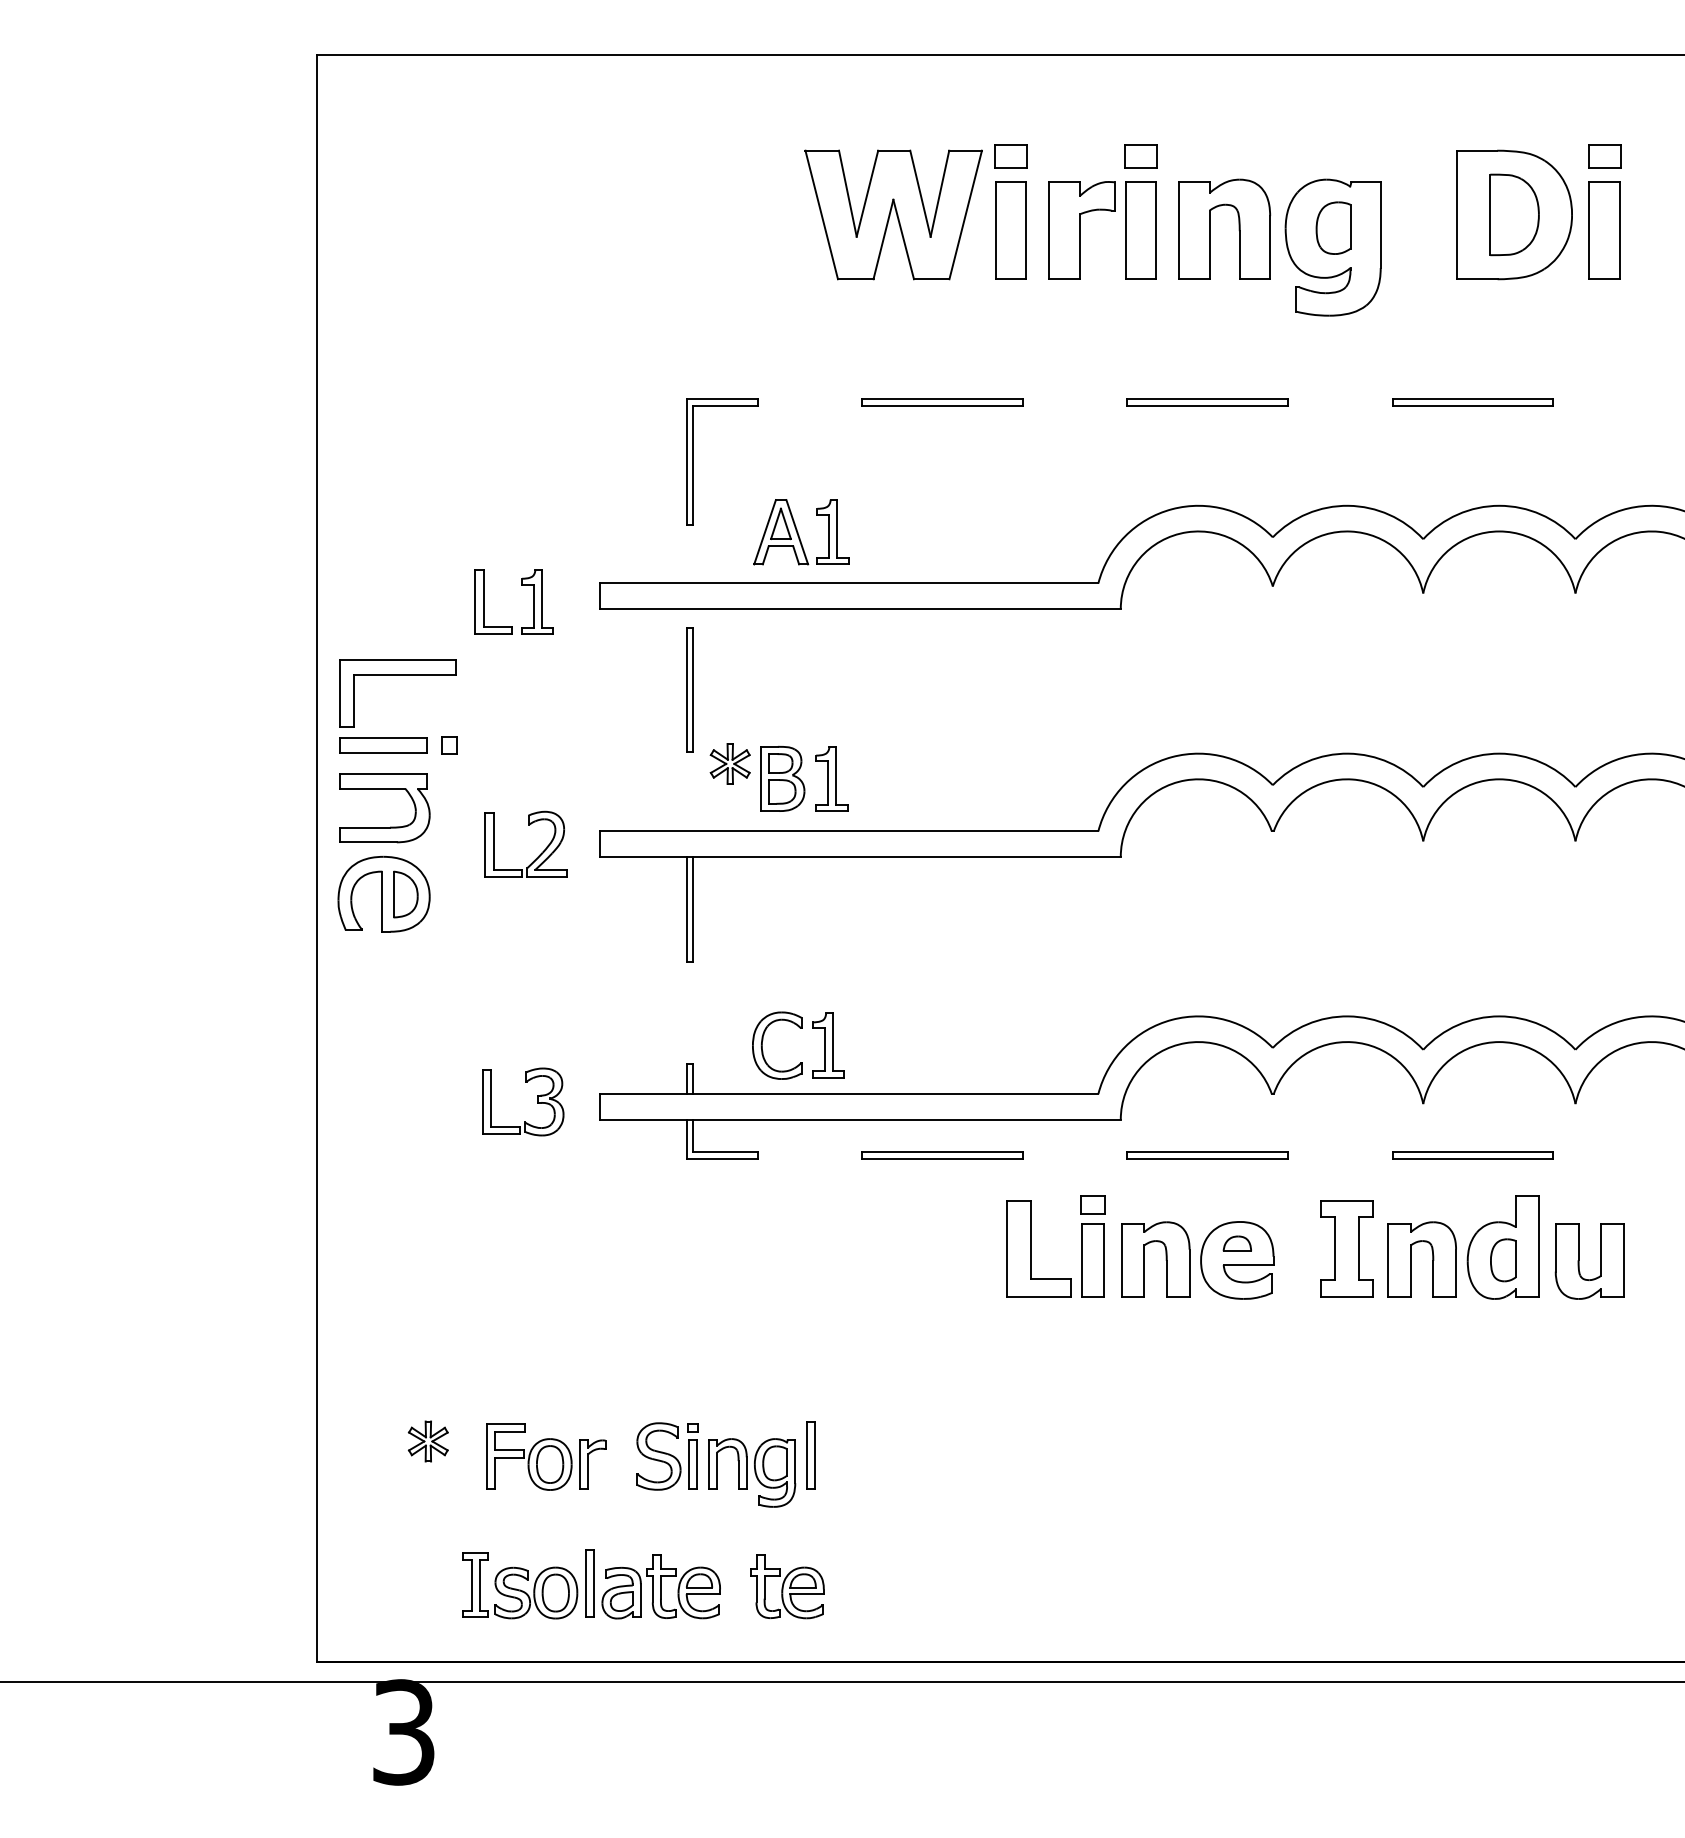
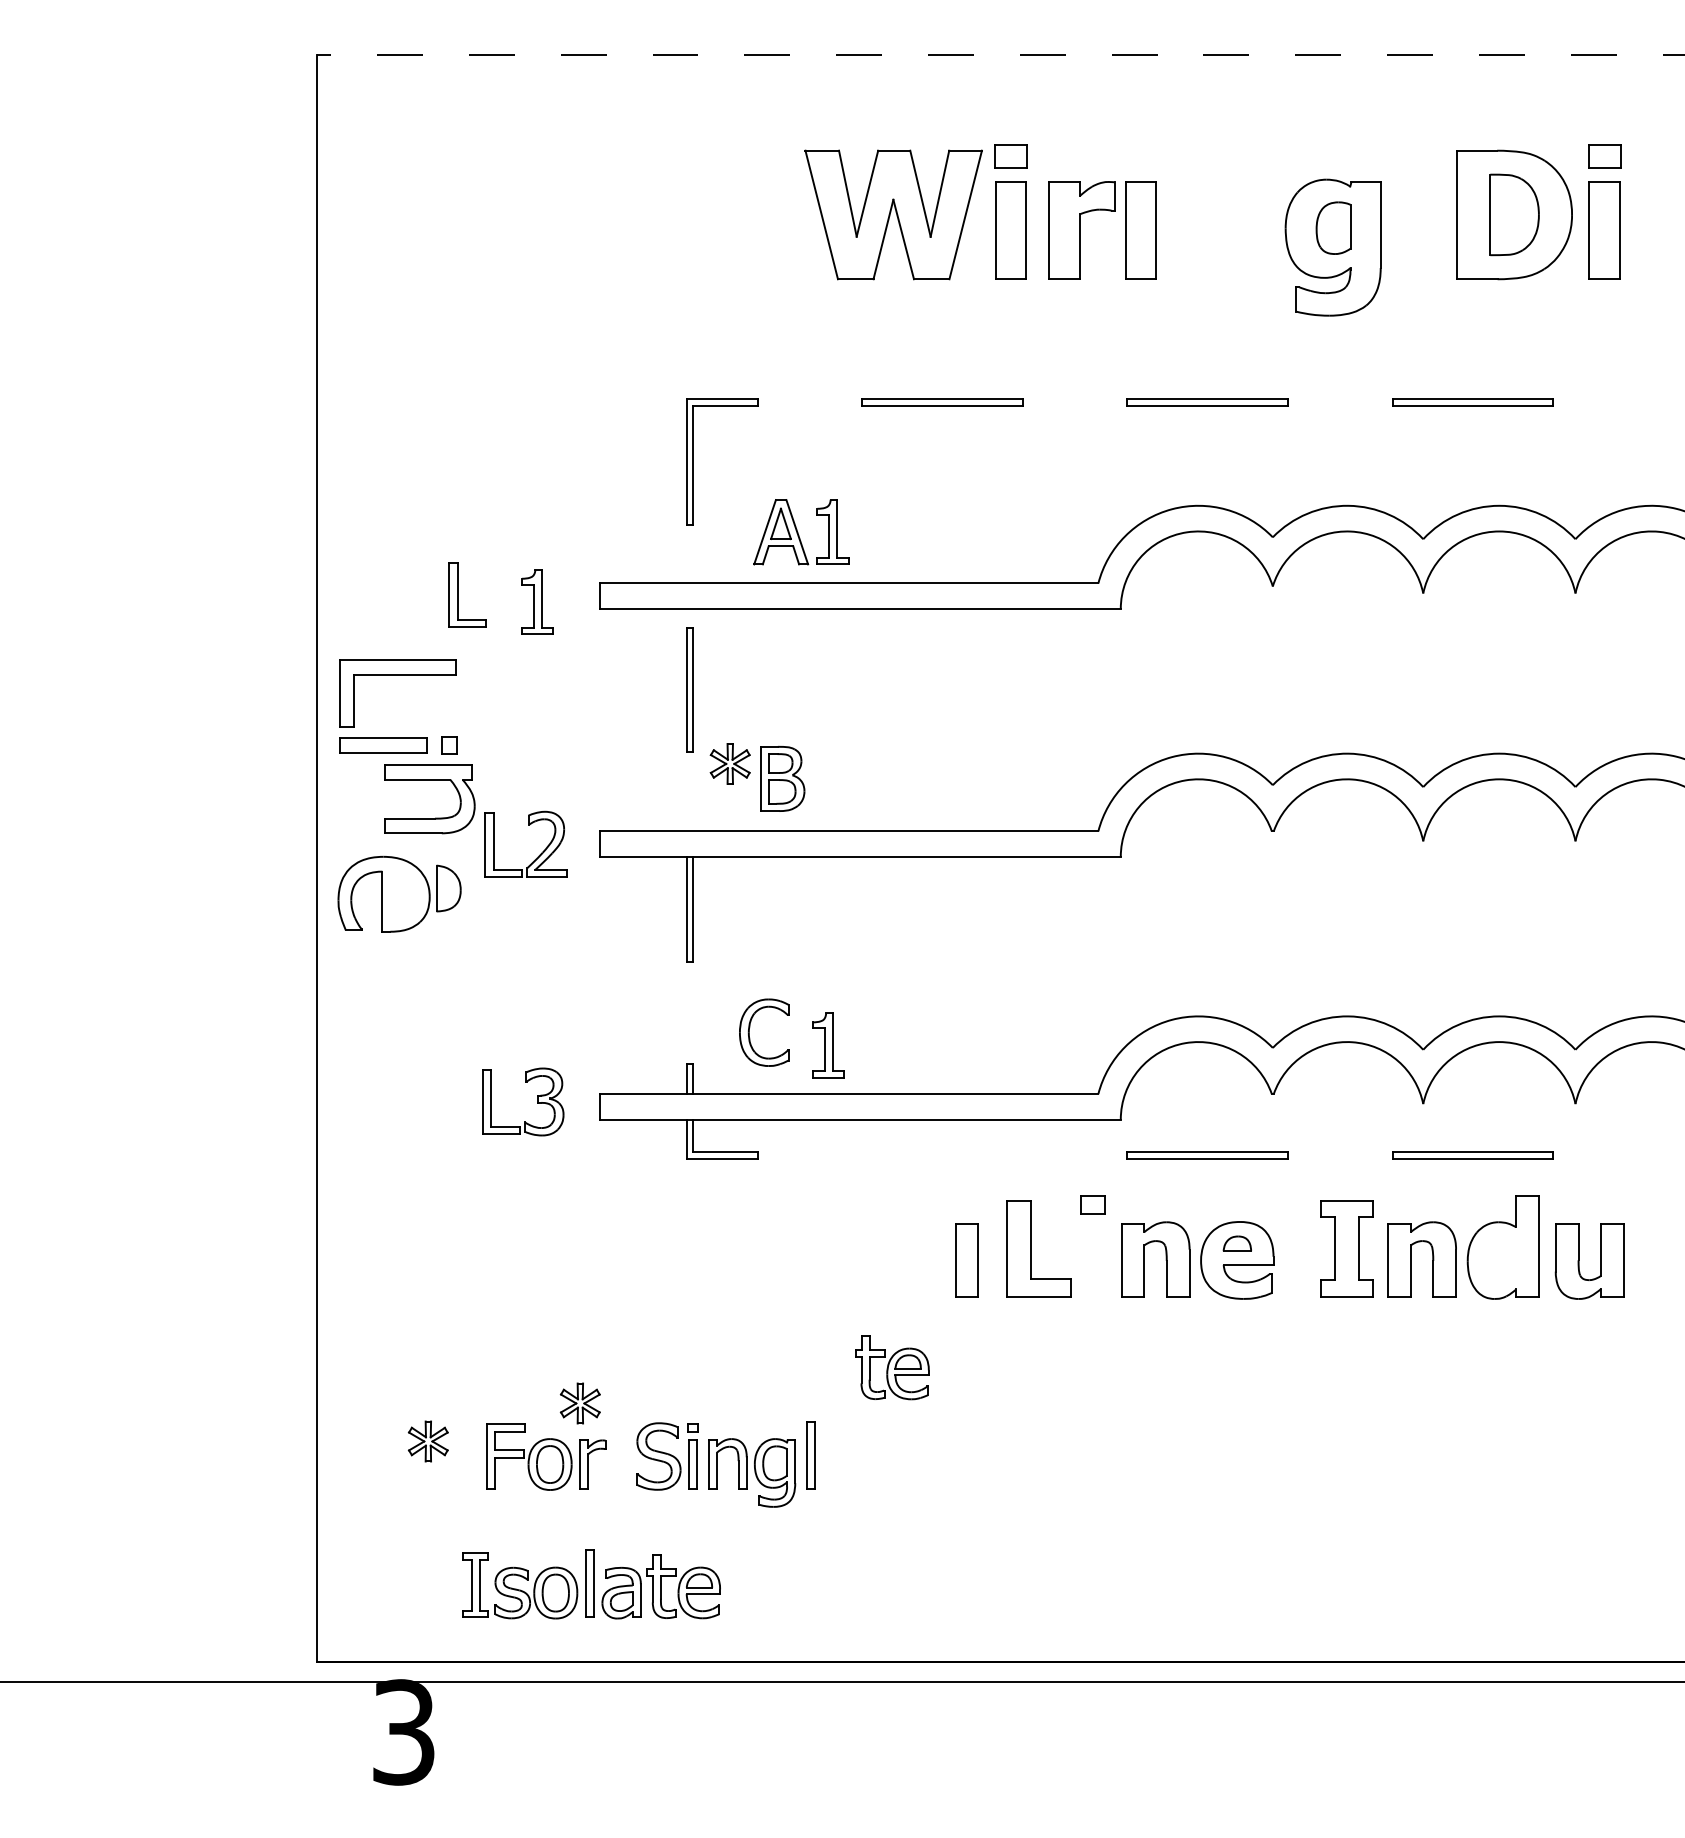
line at (1000, 55): solid -> dashed
part at (1140, 156): present -> none
part at (1210, 228): present -> none
part at (484, 601) position: (484, 601) -> (458, 594)
part at (831, 778): present -> none
part at (390, 826) position: (390, 826) -> (435, 817)
part at (405, 894) position: (405, 894) -> (448, 888)
part at (763, 1040) position: (763, 1040) -> (750, 1027)
part at (942, 1155): present -> none
part at (1092, 1260) position: (1092, 1260) -> (966, 1260)
part at (1503, 1260): present -> none
part at (579, 1403): none -> present
part at (787, 1586) position: (787, 1586) -> (892, 1367)
